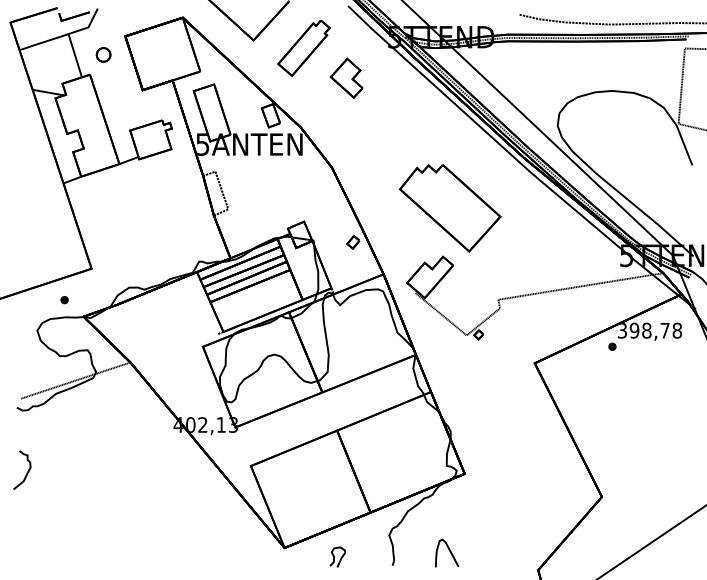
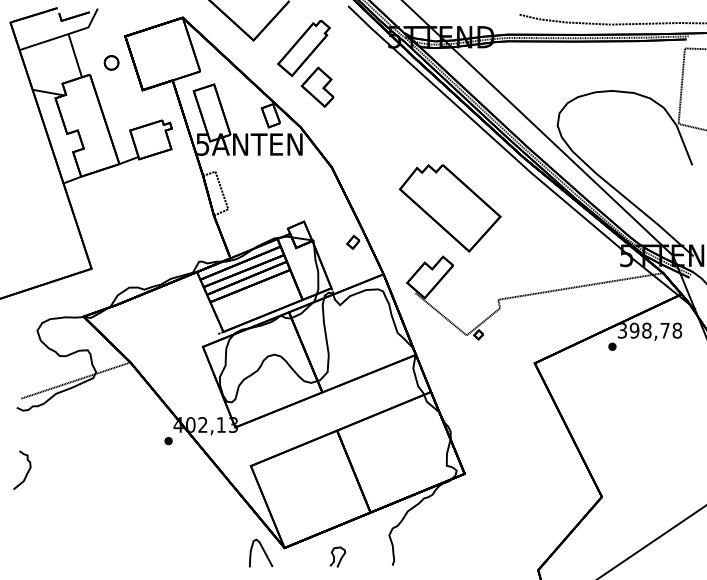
part at (103, 54) position: (103, 54) -> (111, 62)
part at (346, 77) position: (346, 77) -> (317, 86)
part at (64, 300) position: (64, 300) -> (168, 441)
curve at (448, 550) position: (448, 550) -> (262, 550)
